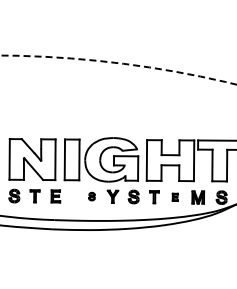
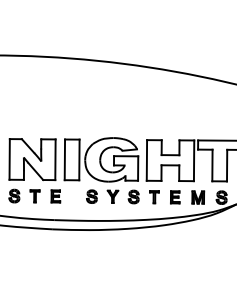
circle at (118, 69): dashed -> solid
part at (91, 196) size: 8x11 px -> 12x15 px
part at (174, 196) size: 8x10 px -> 11x15 px
